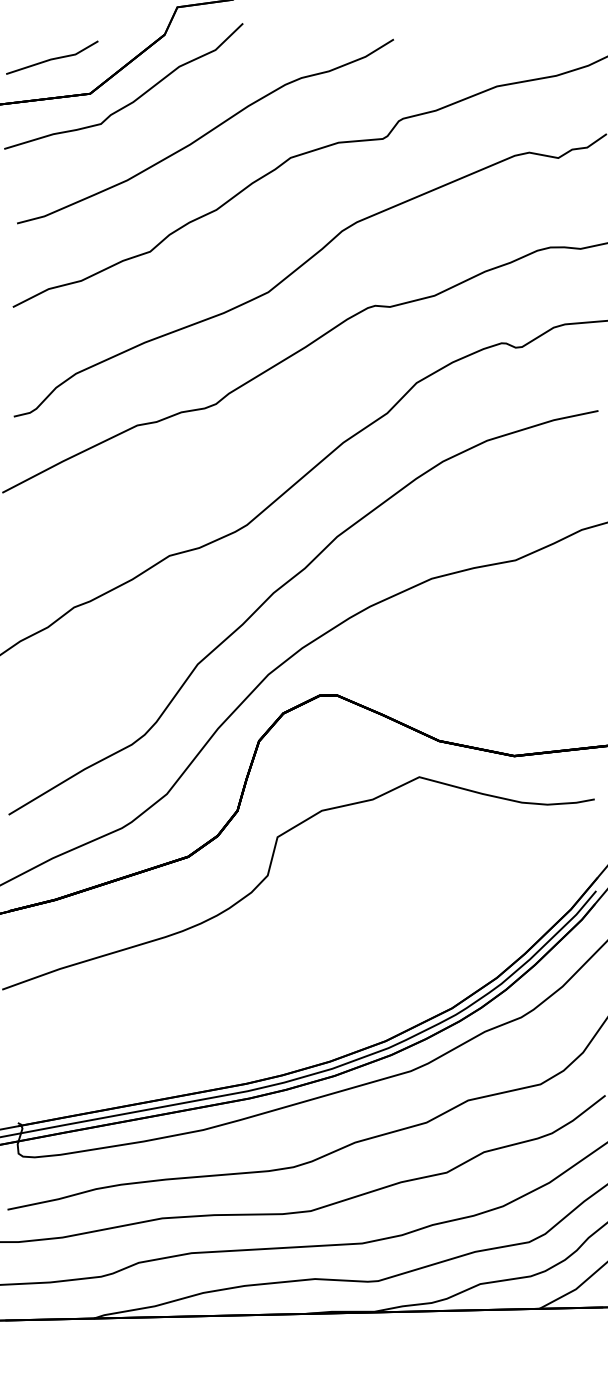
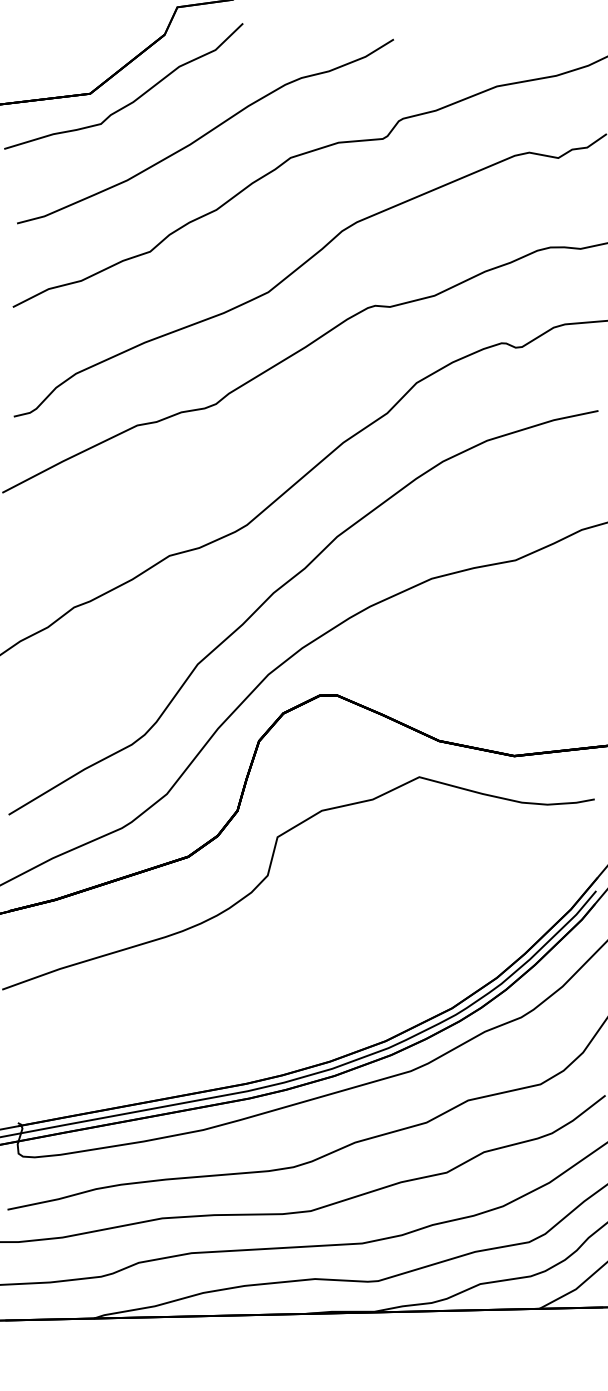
part at (52, 57): present -> none
